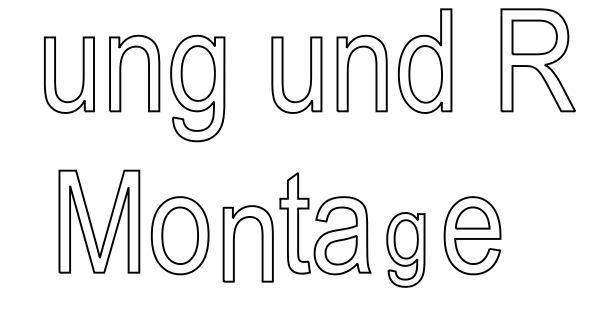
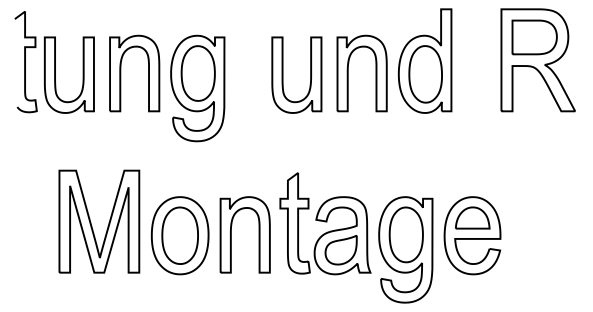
curve at (25, 62): none -> present
part at (234, 243) position: (234, 243) -> (231, 234)
part at (405, 249) size: 40x76 px -> 56x108 px
